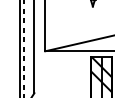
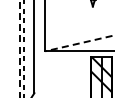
line at (79, 43): solid -> dashed
line at (19, 49): solid -> dashed
